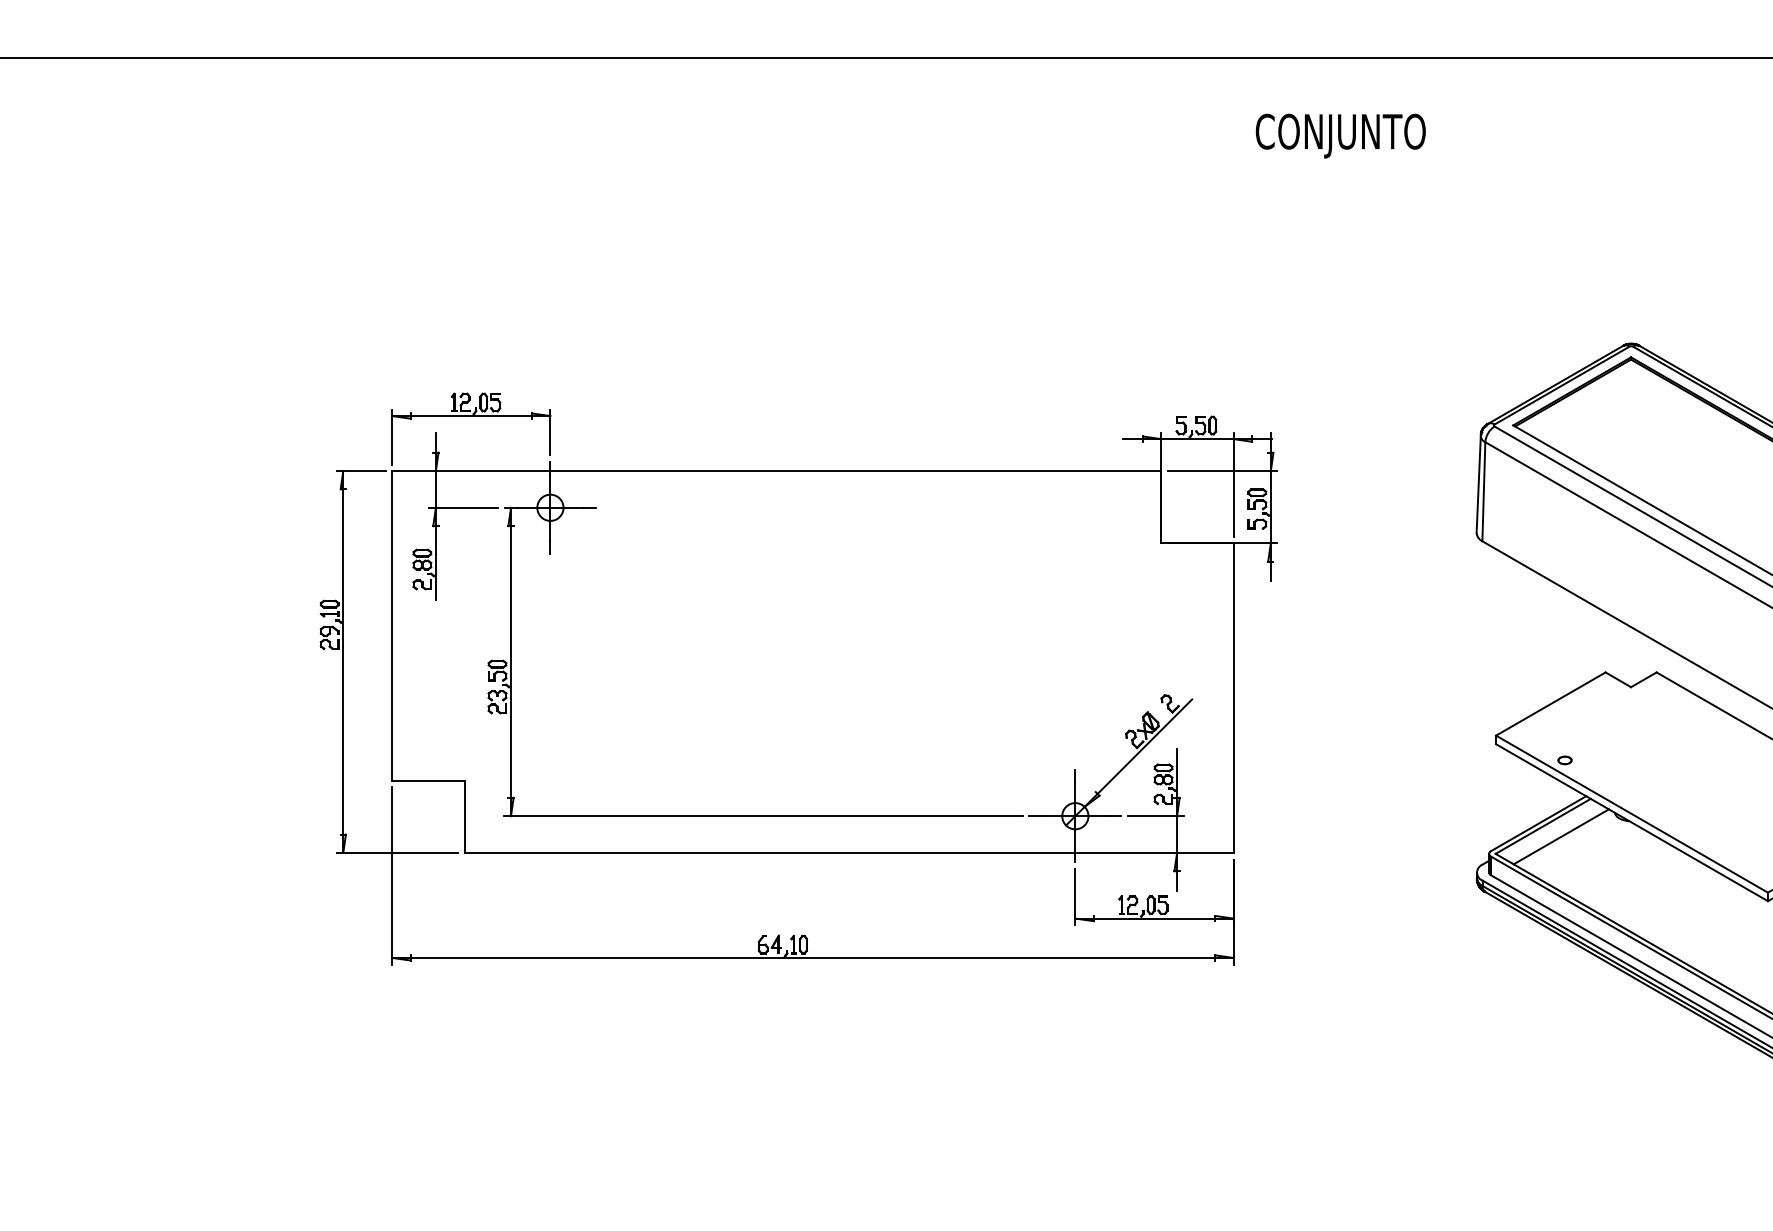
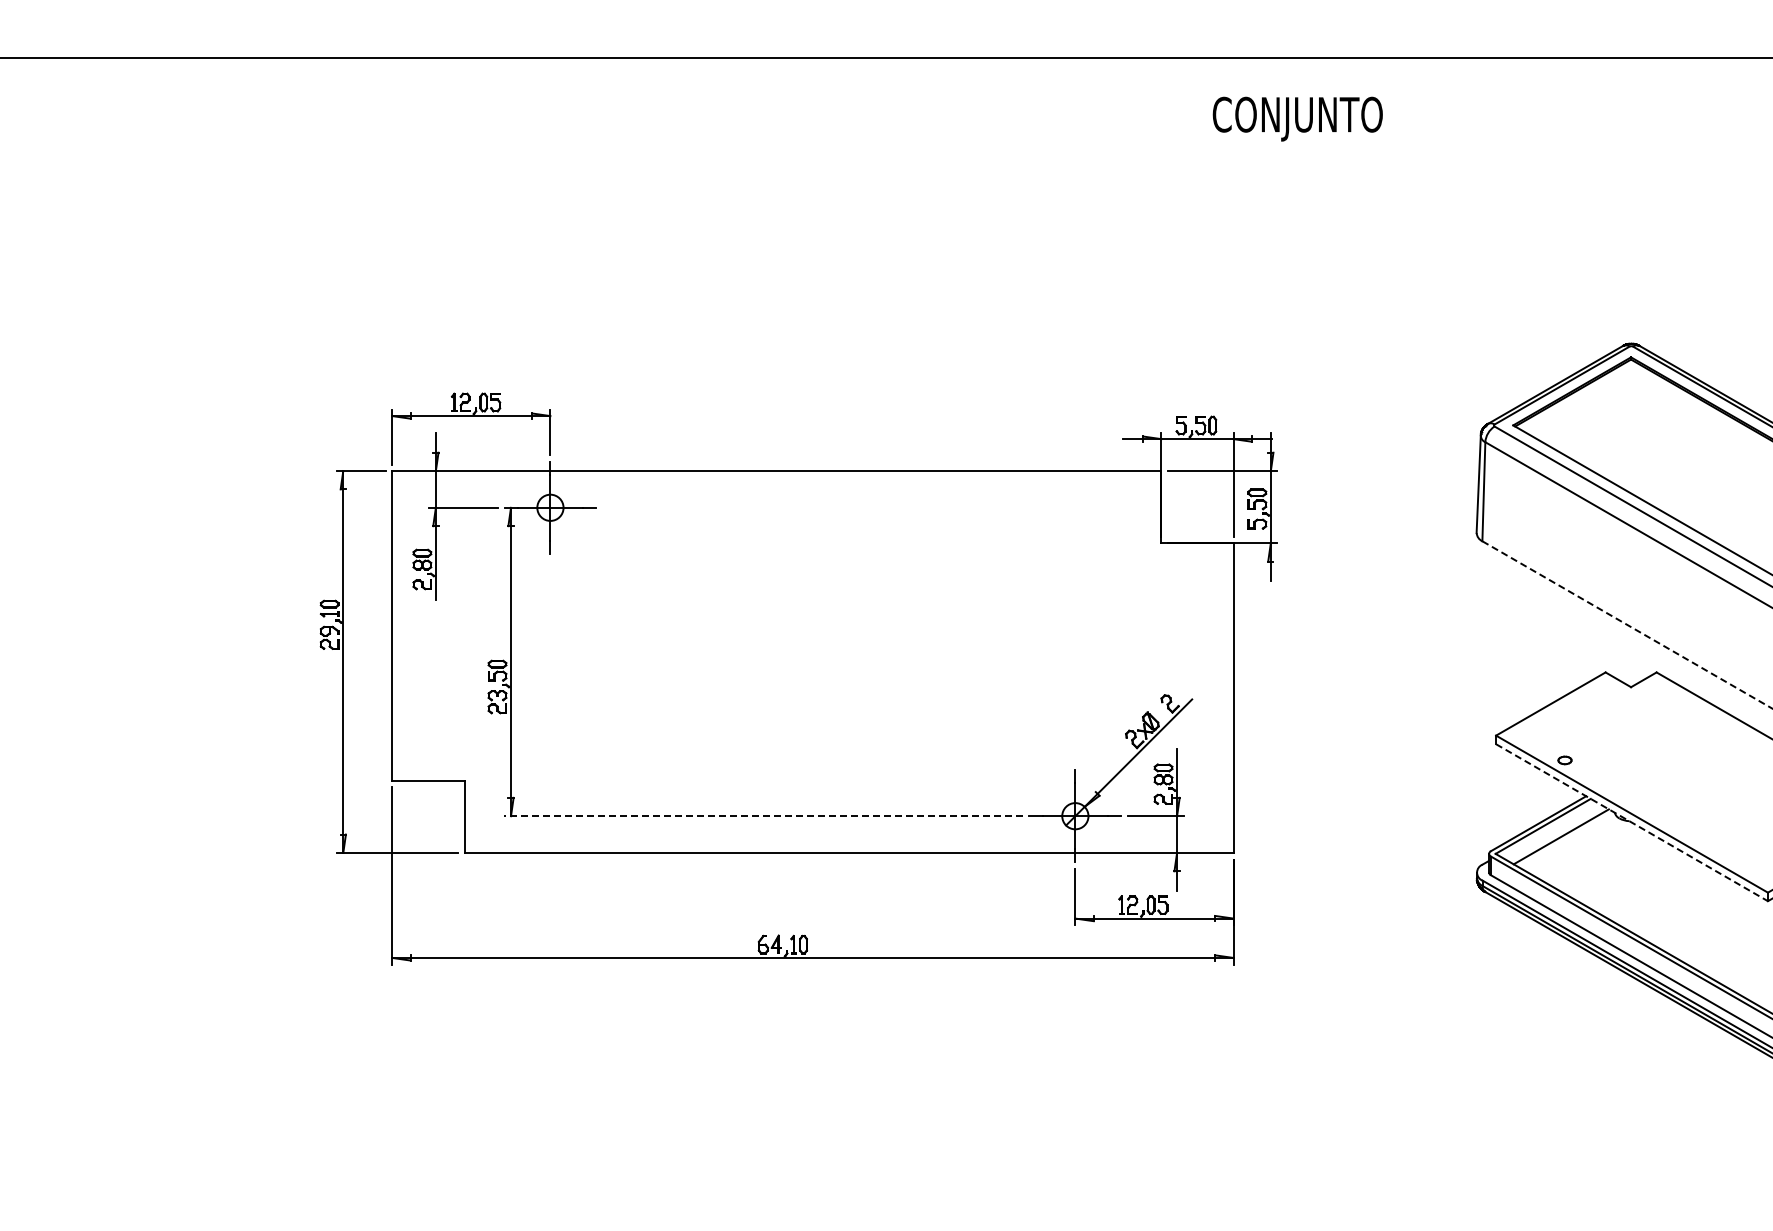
text at (1340, 135) position: (1340, 135) -> (1297, 118)
line at (1627, 625): solid -> dashed
line at (763, 816): solid -> dashed
line at (1632, 822): solid -> dashed
